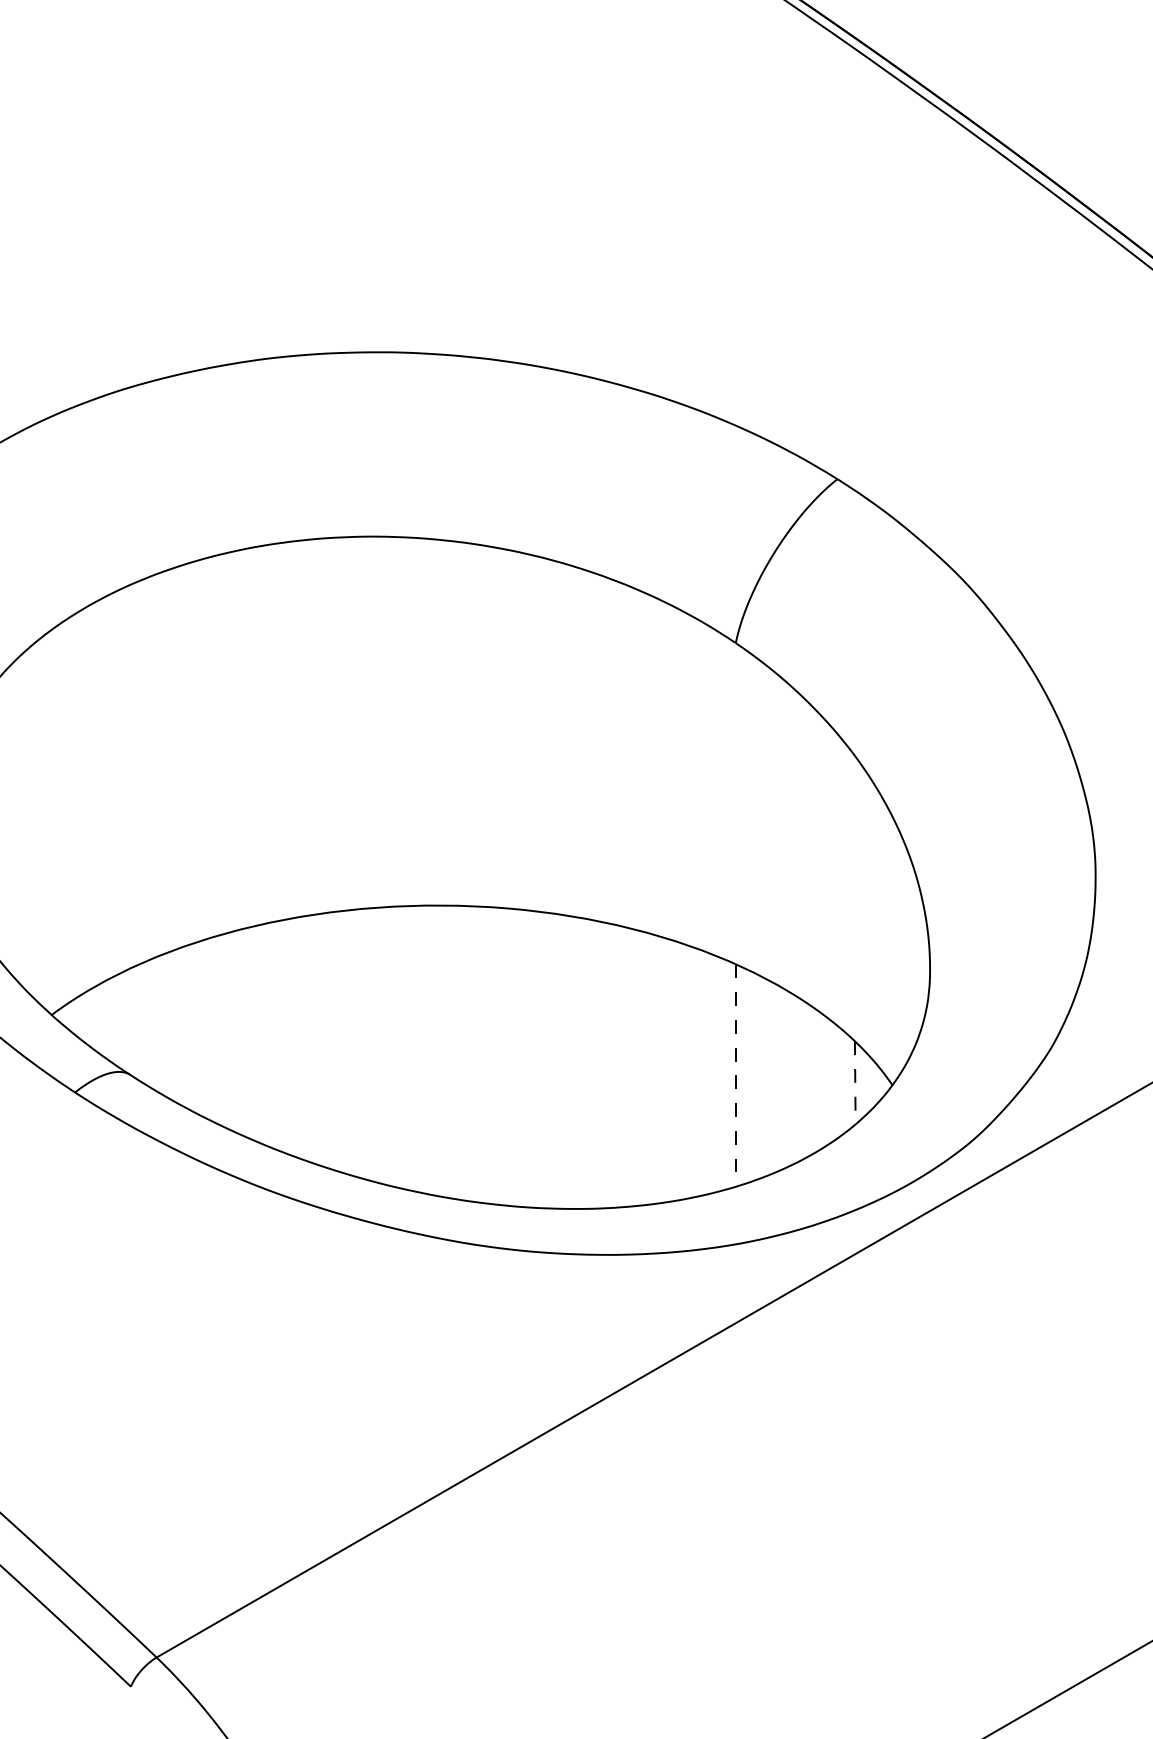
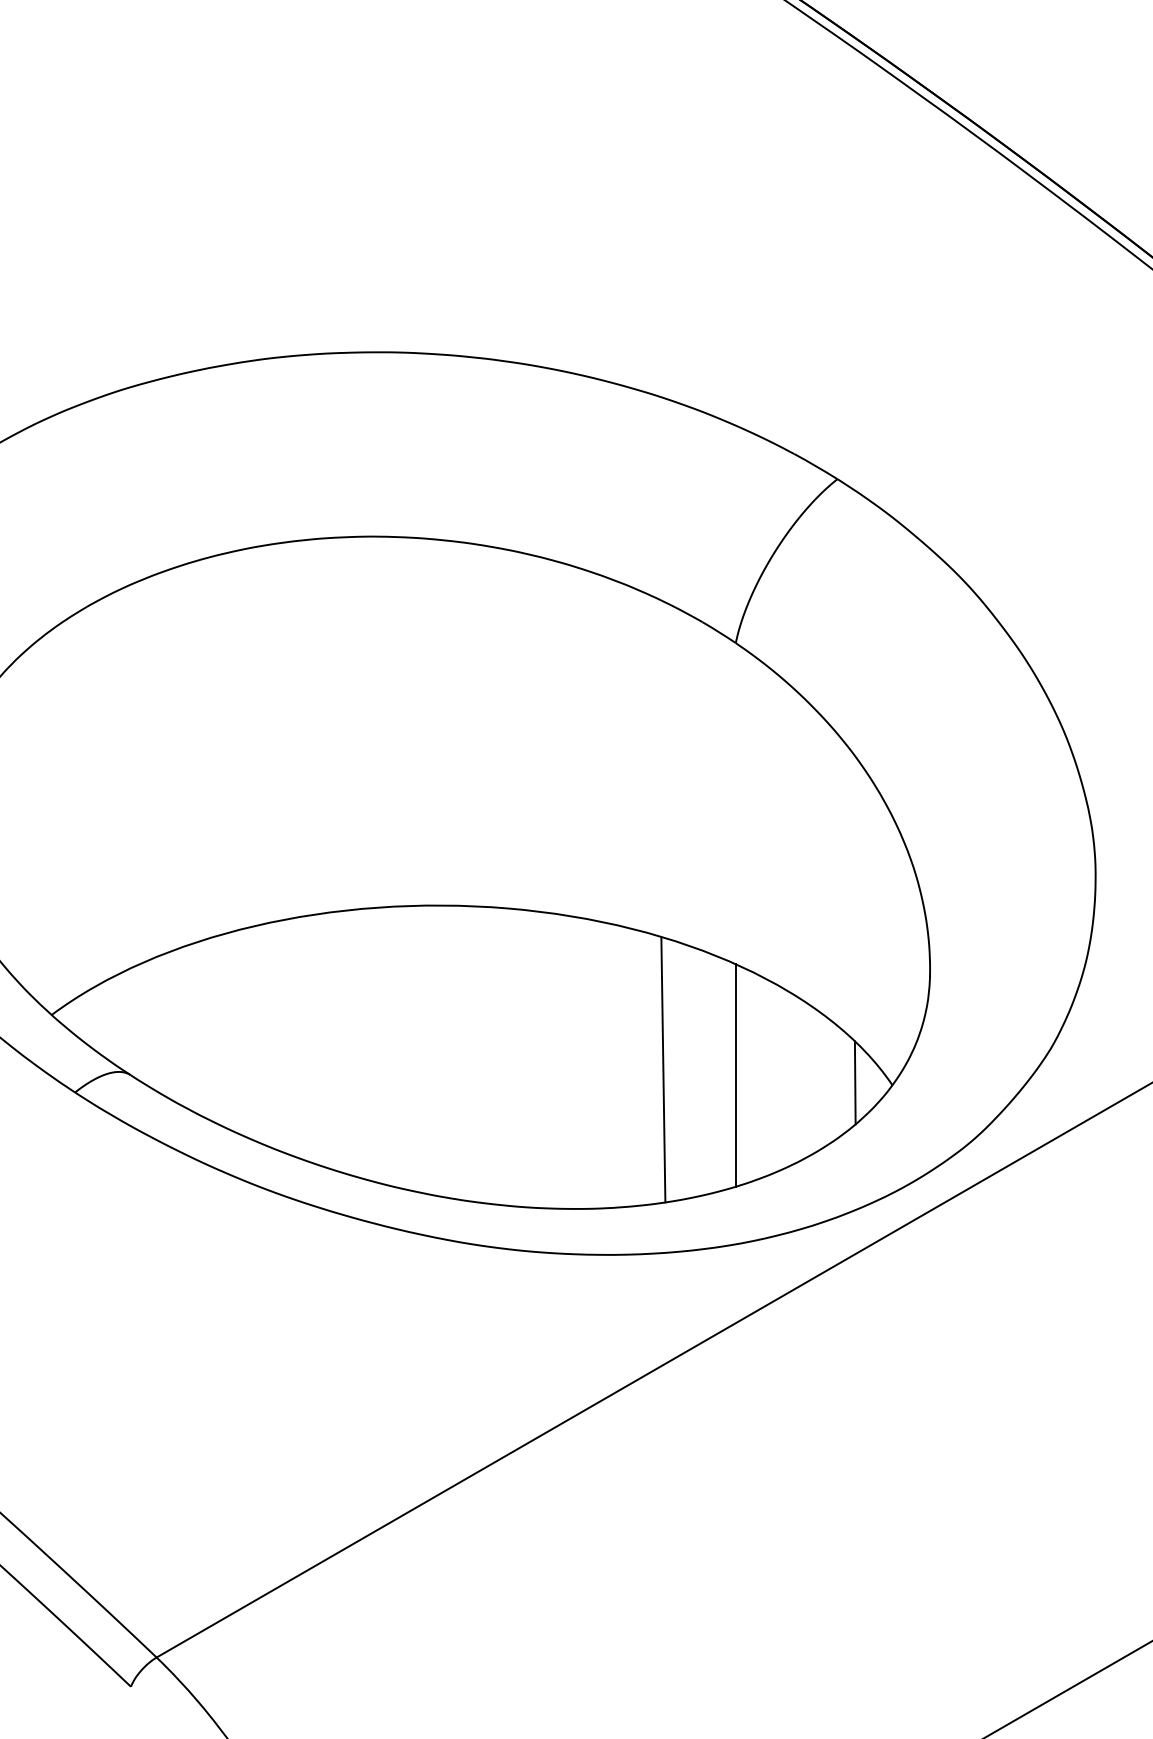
line at (663, 1069): none -> present
line at (736, 1076): dashed -> solid
line at (855, 1082): dashed -> solid
